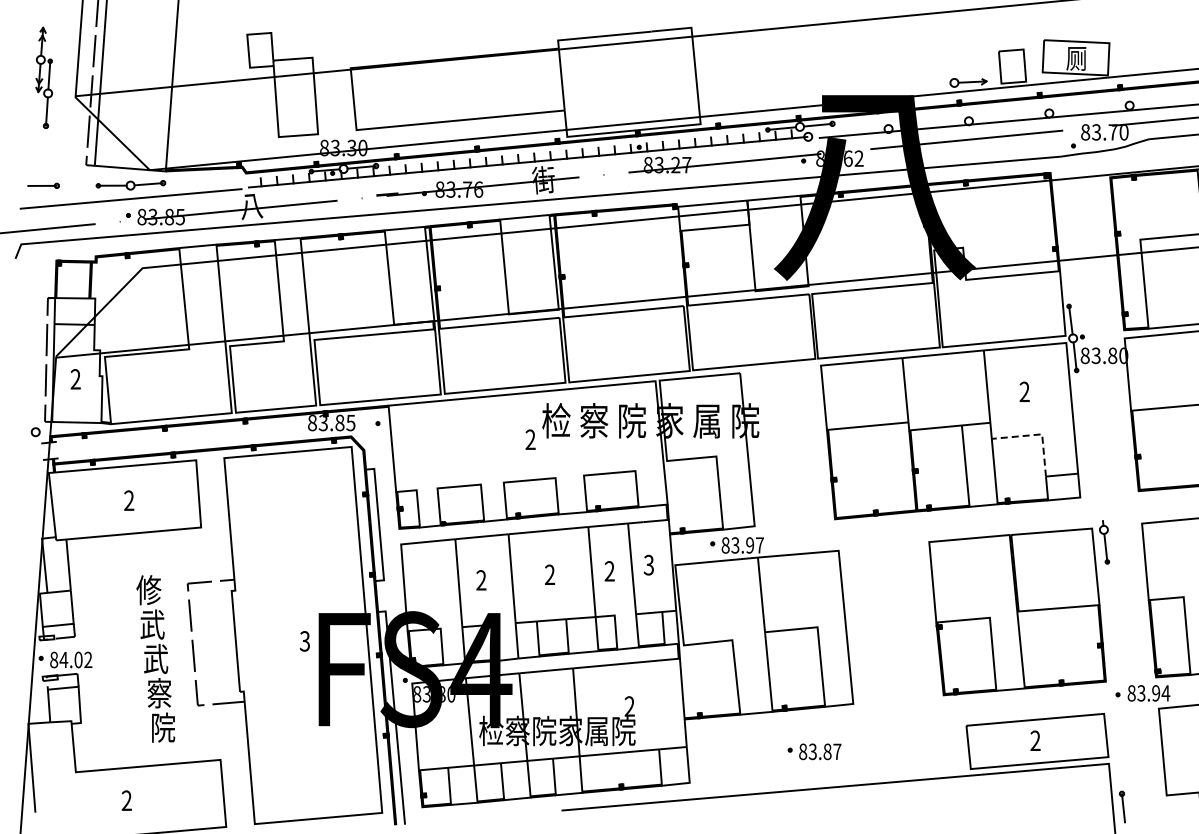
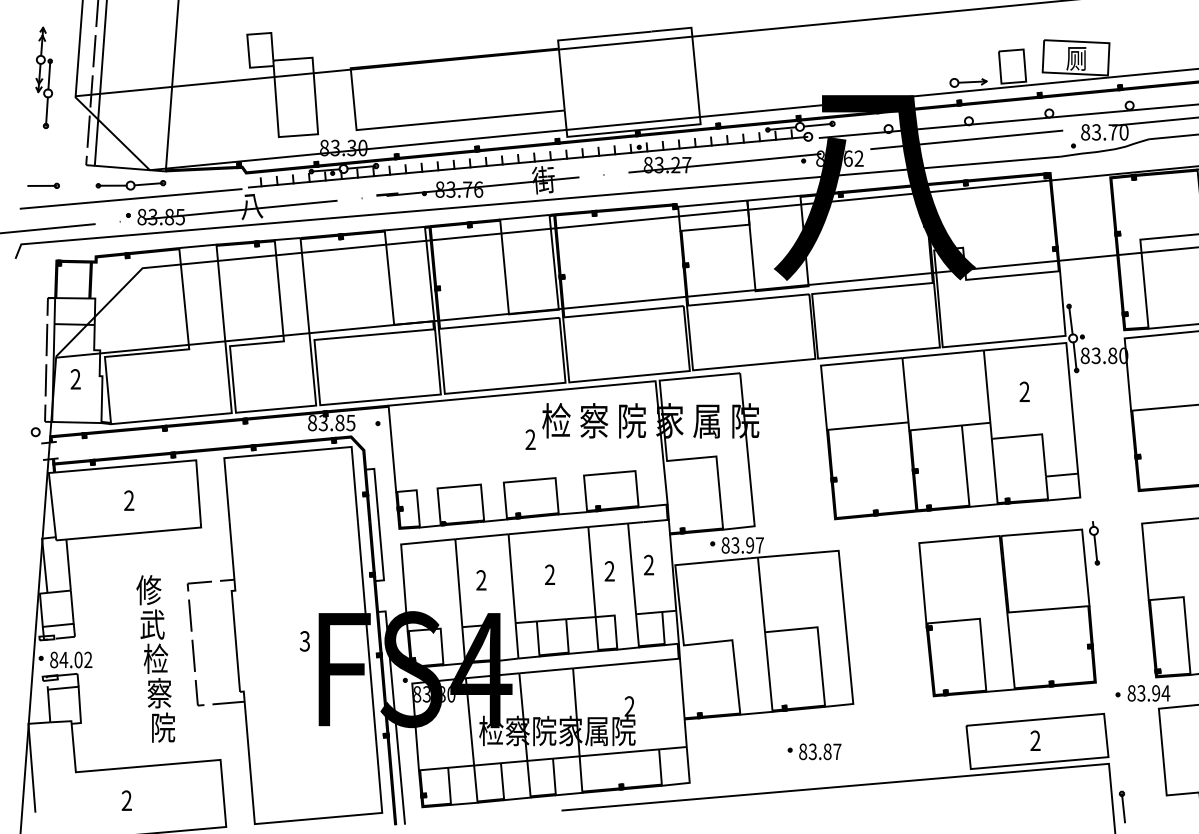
line at (1038, 434): dashed -> solid
text at (648, 565): 3 -> 2
part at (1018, 608) position: (1018, 608) -> (1008, 609)
text at (155, 658): 武 -> 检
